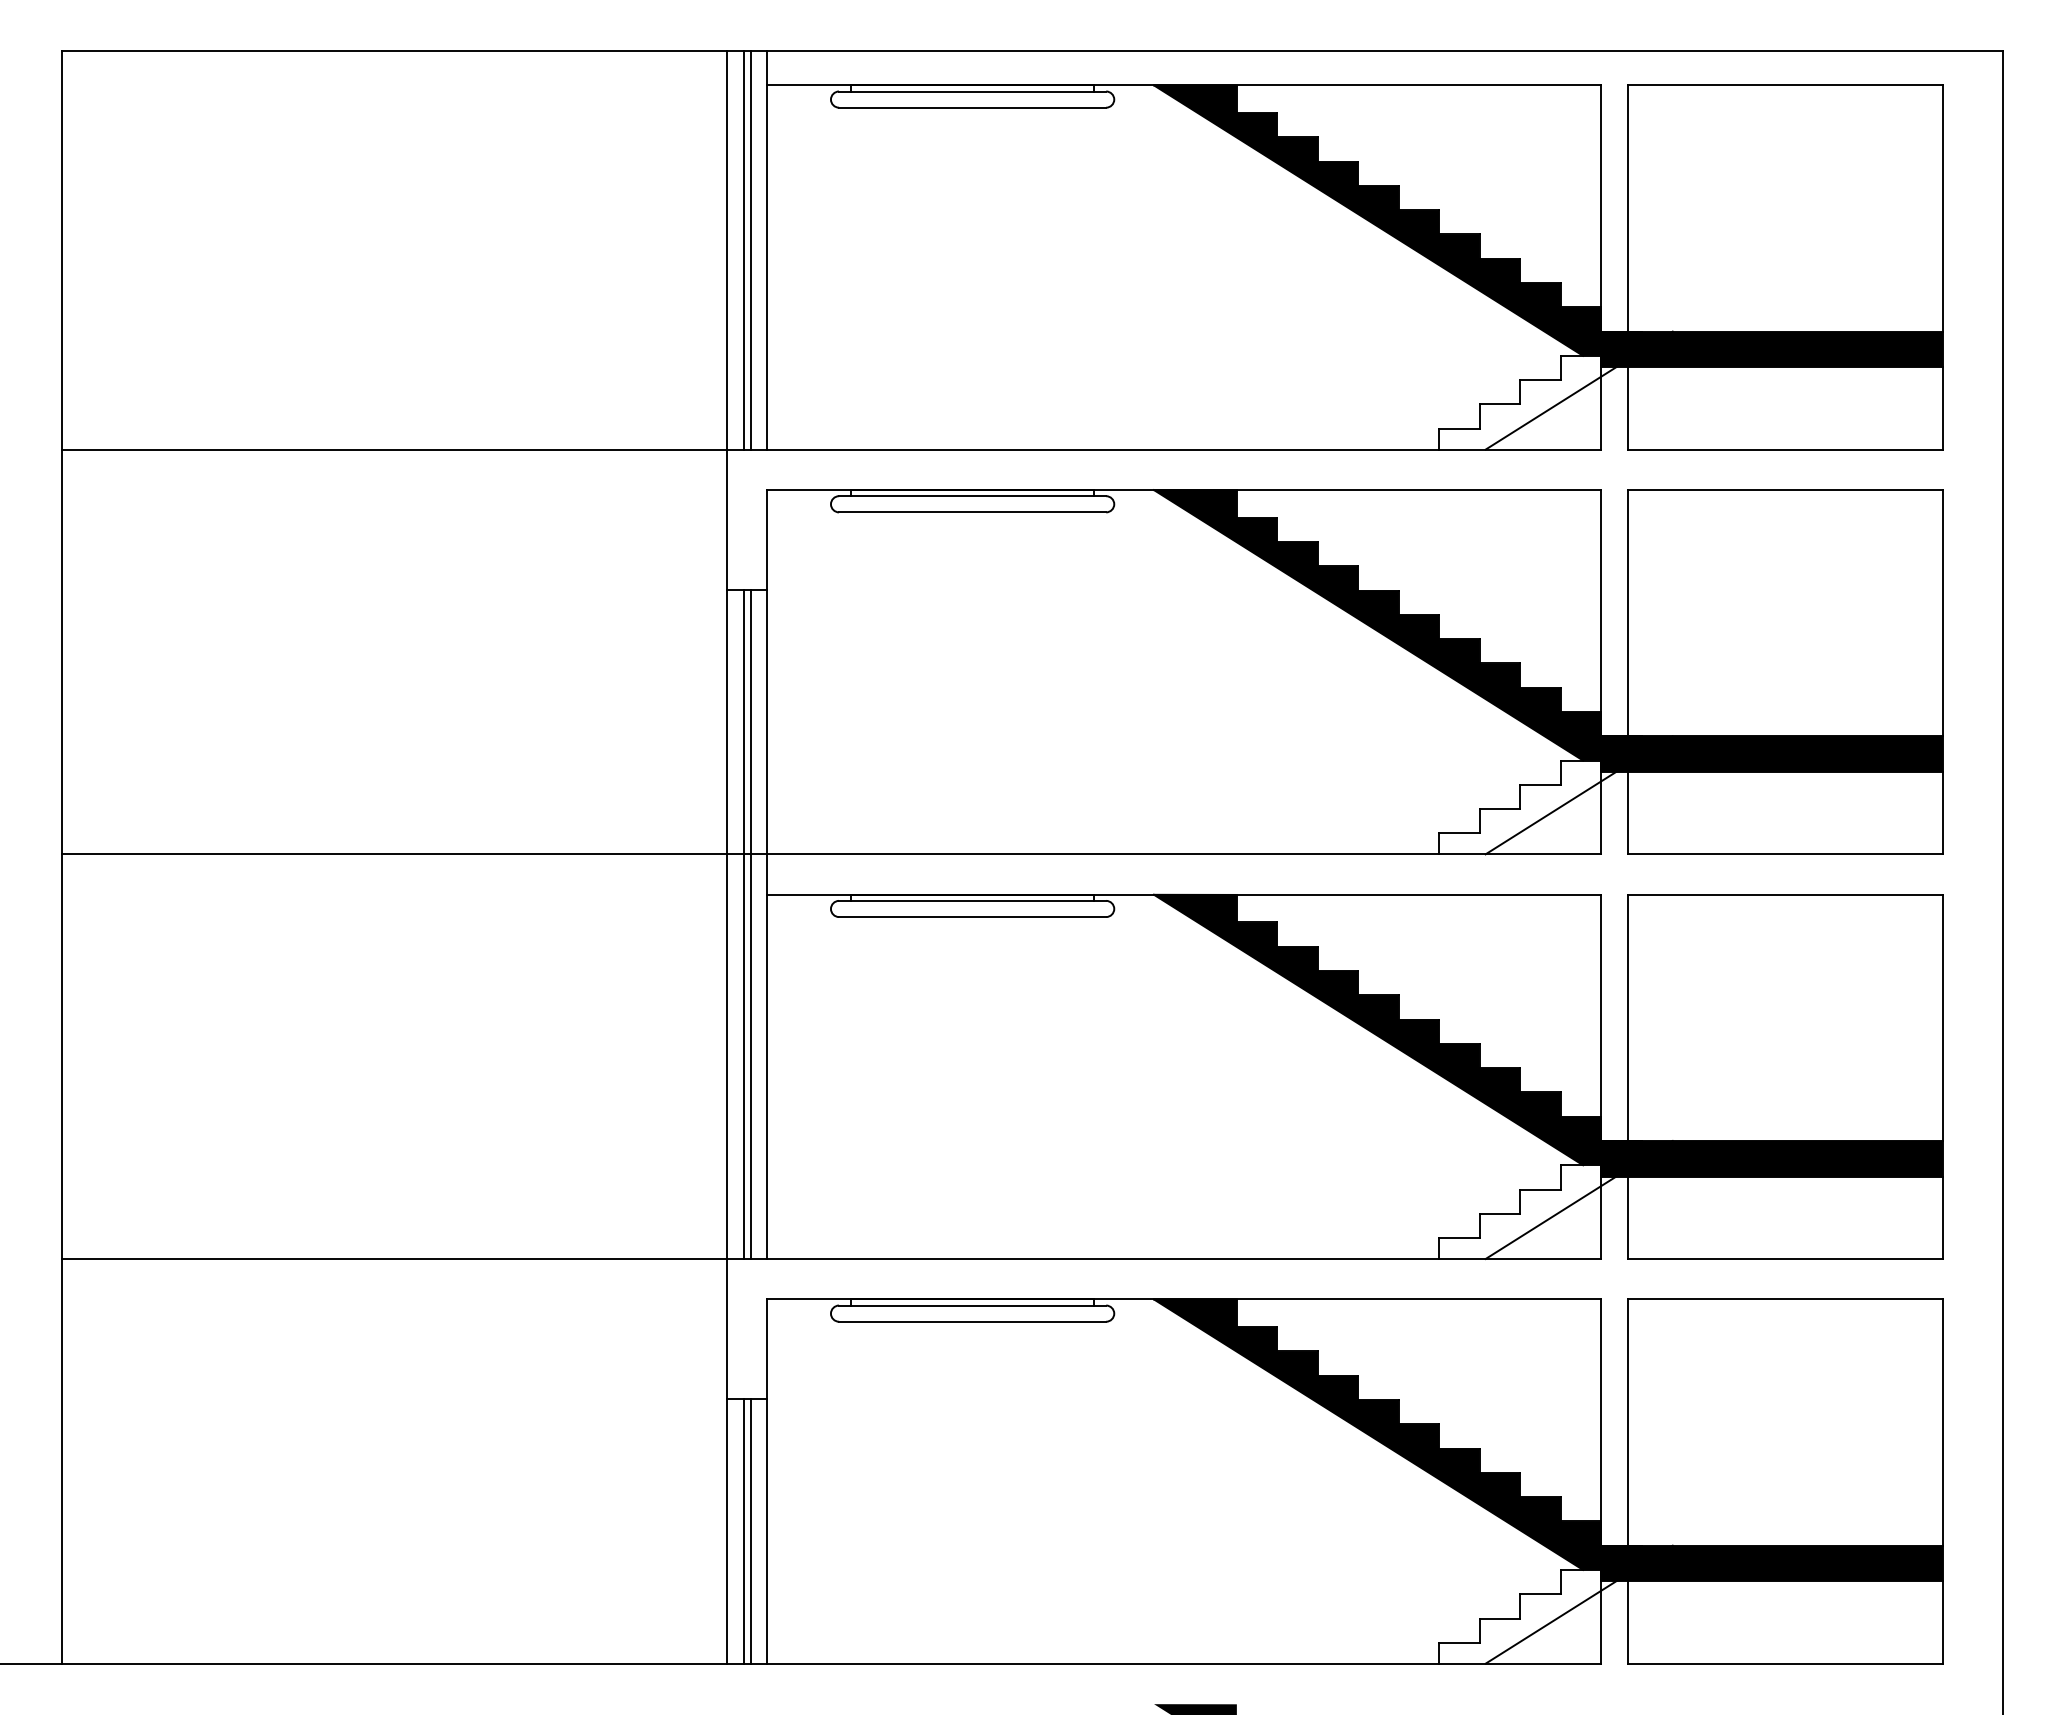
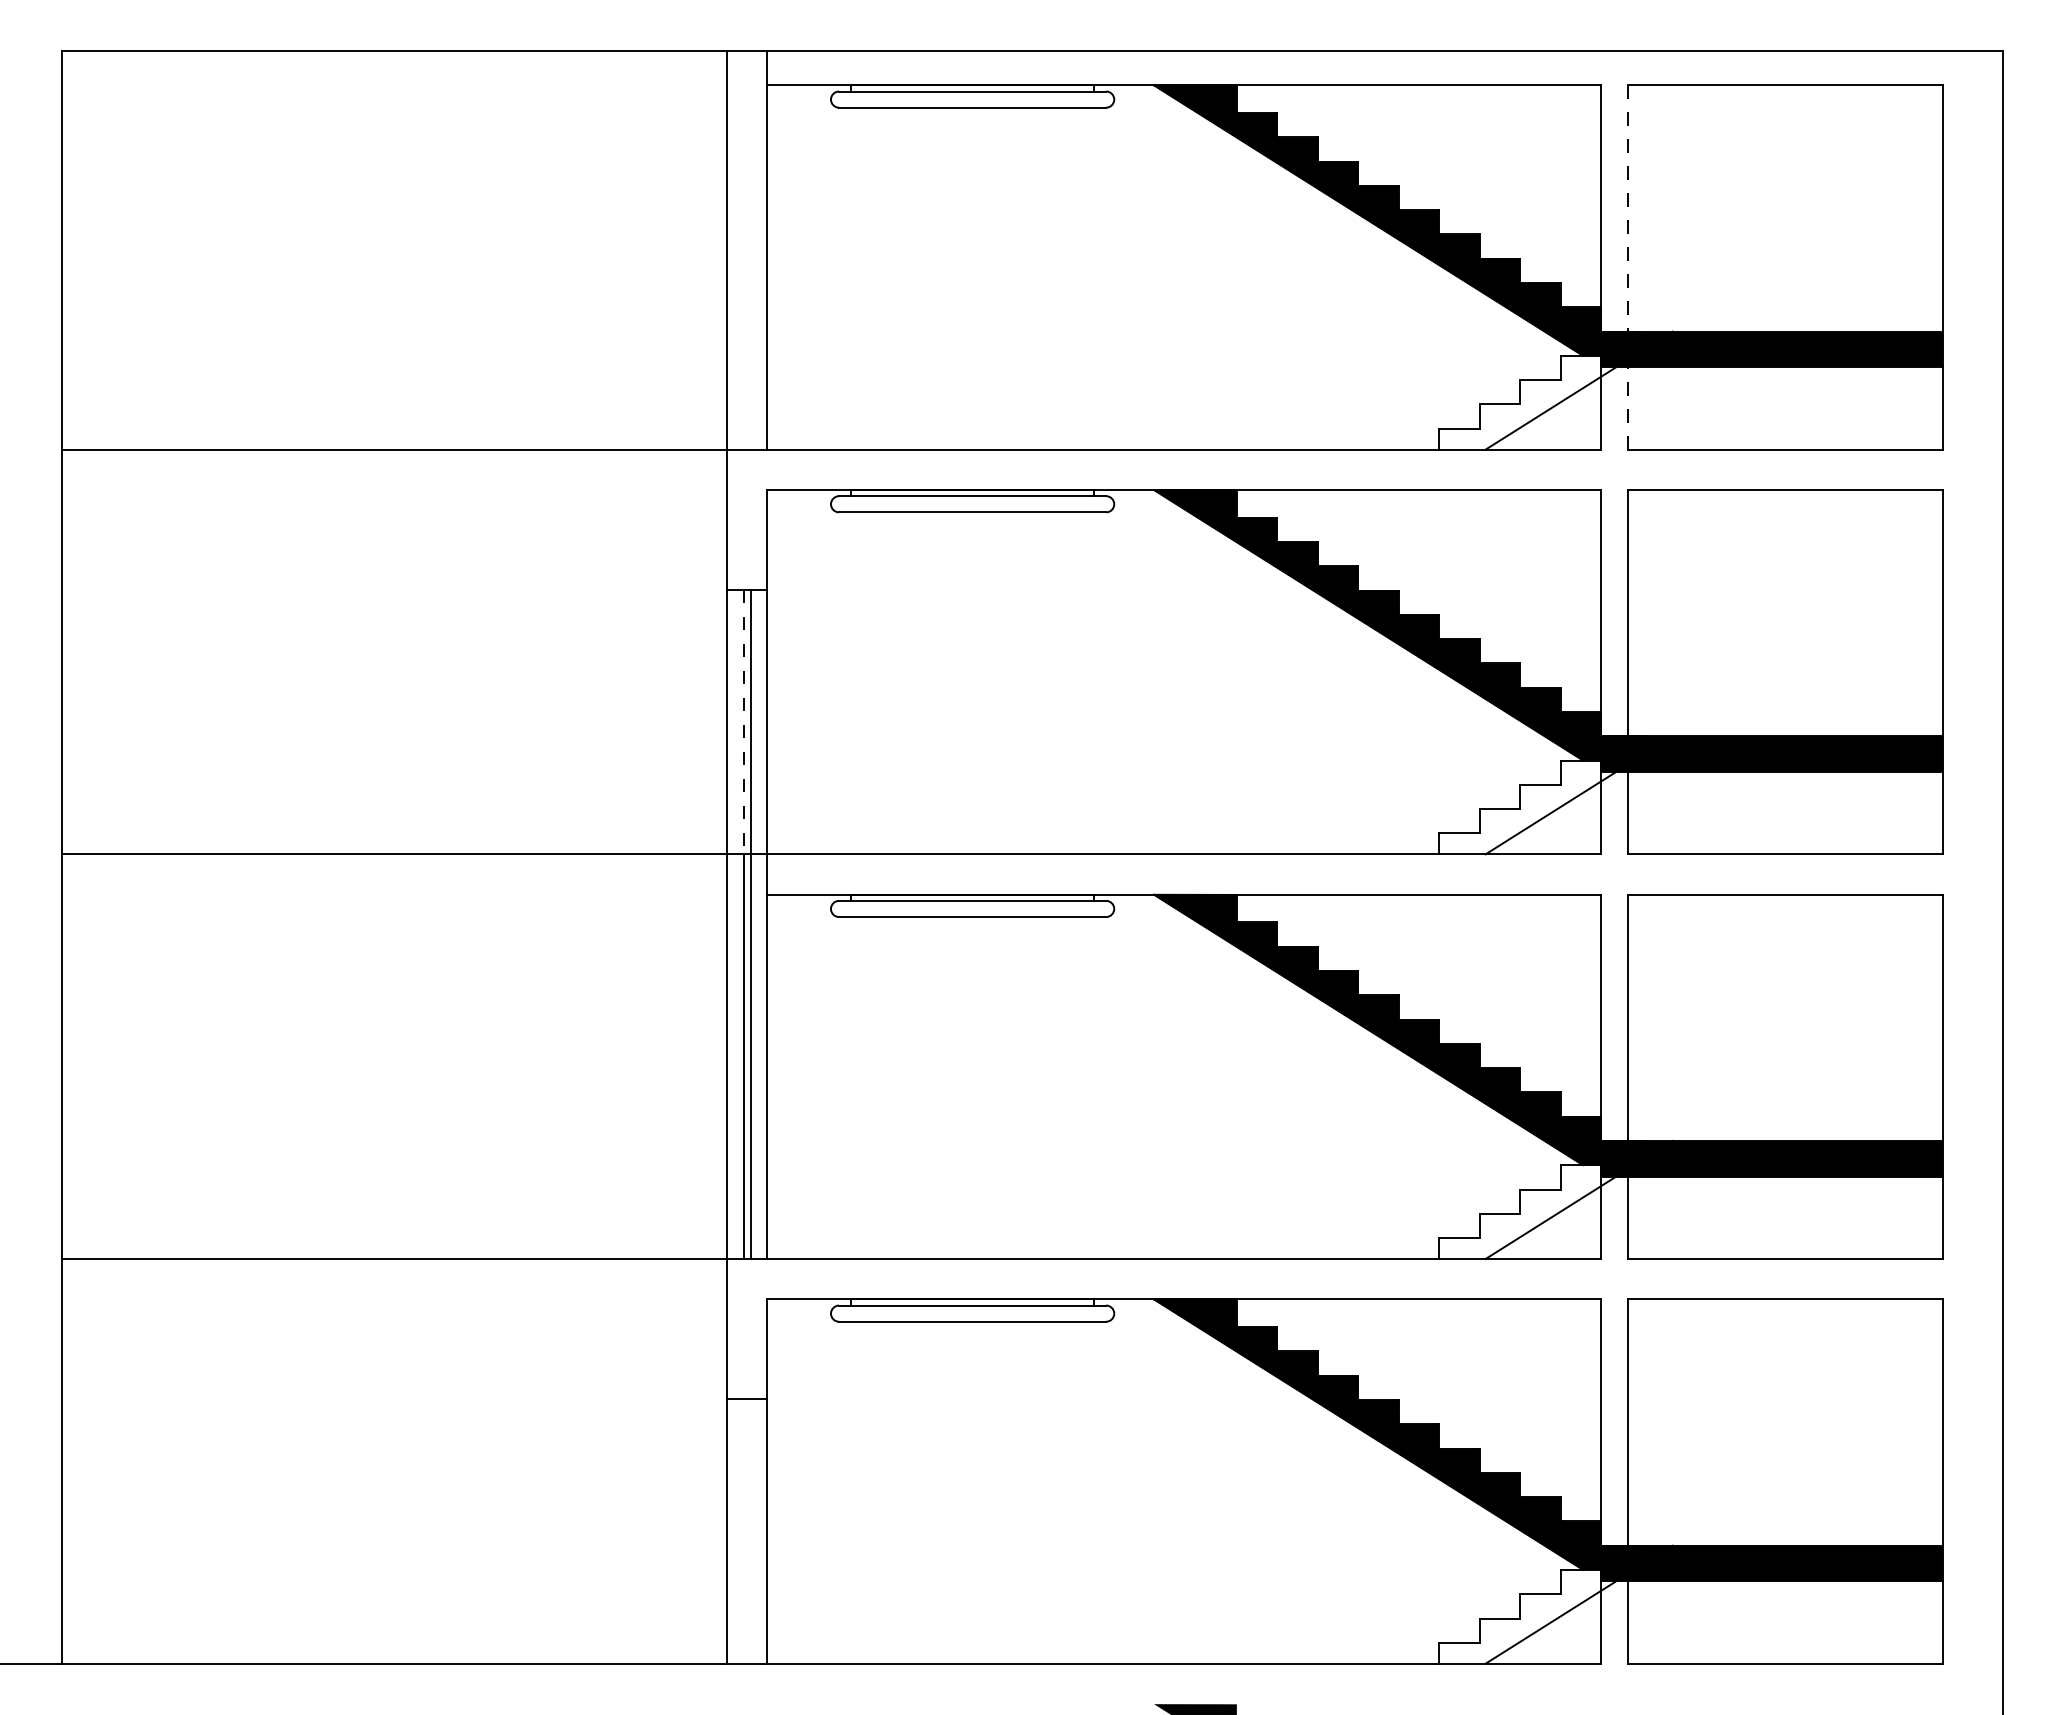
line at (744, 250): present -> none
line at (750, 250): present -> none
line at (1628, 267): solid -> dashed
line at (744, 722): solid -> dashed
line at (744, 1531): present -> none
line at (750, 1531): present -> none
